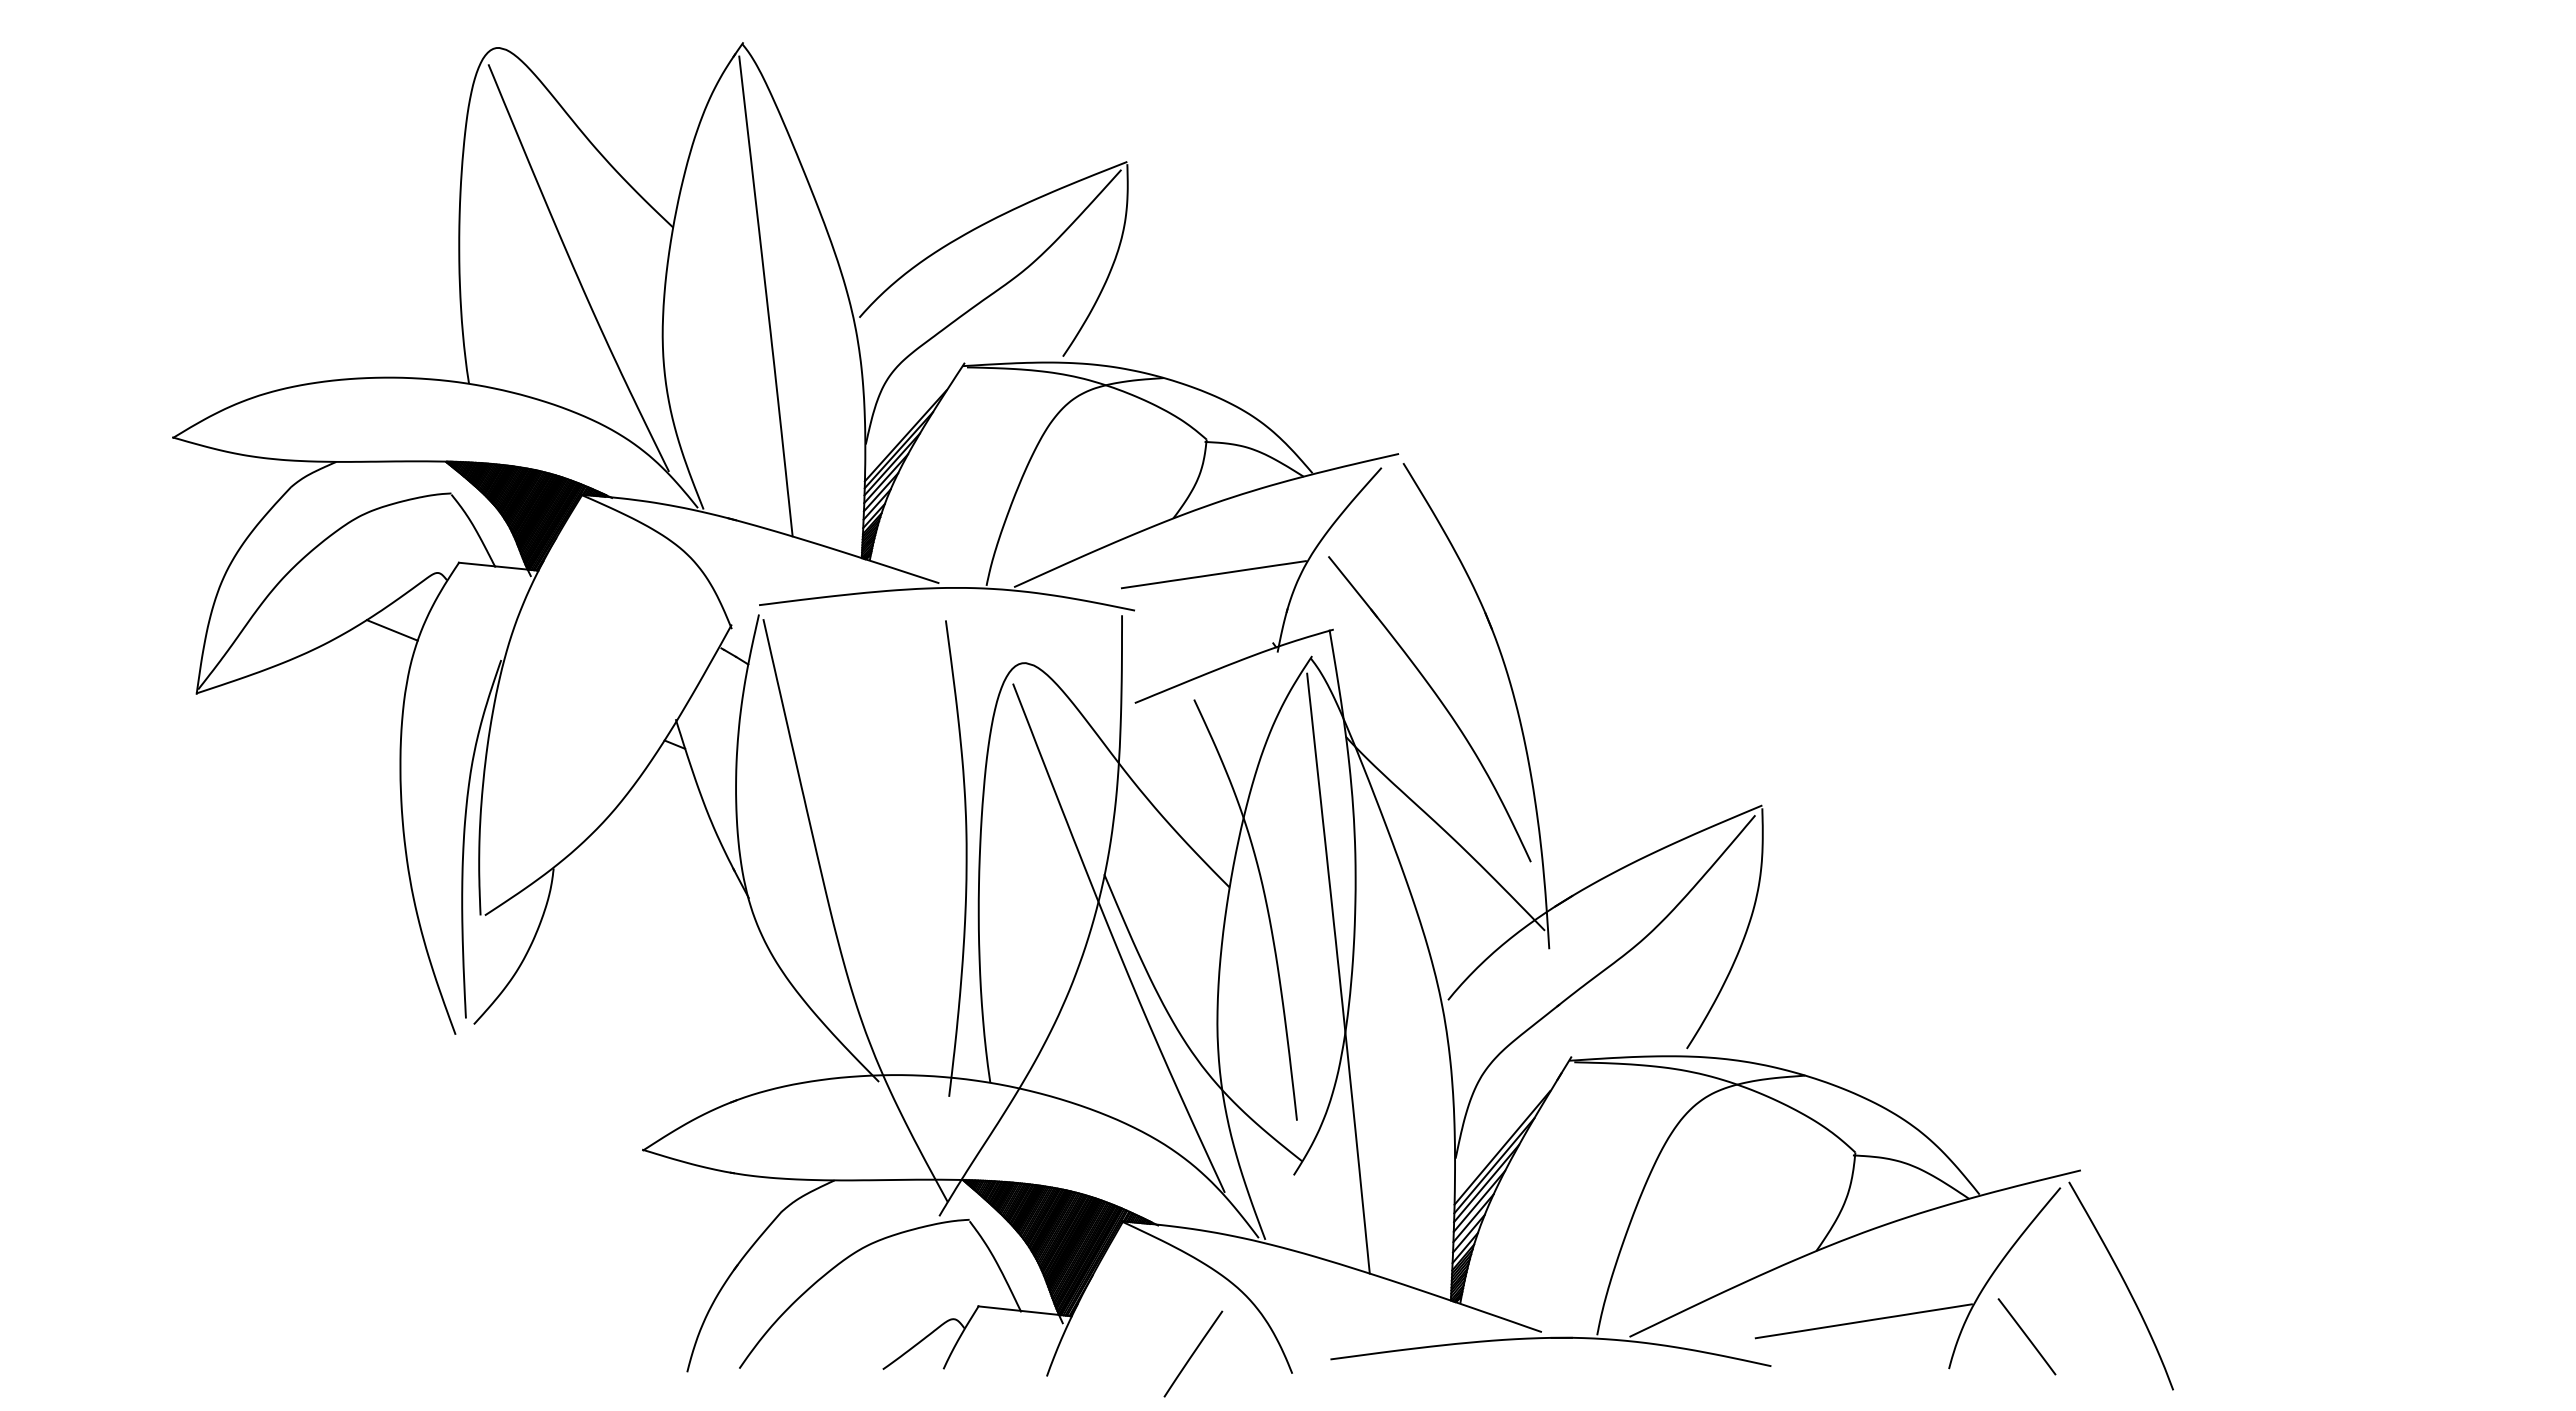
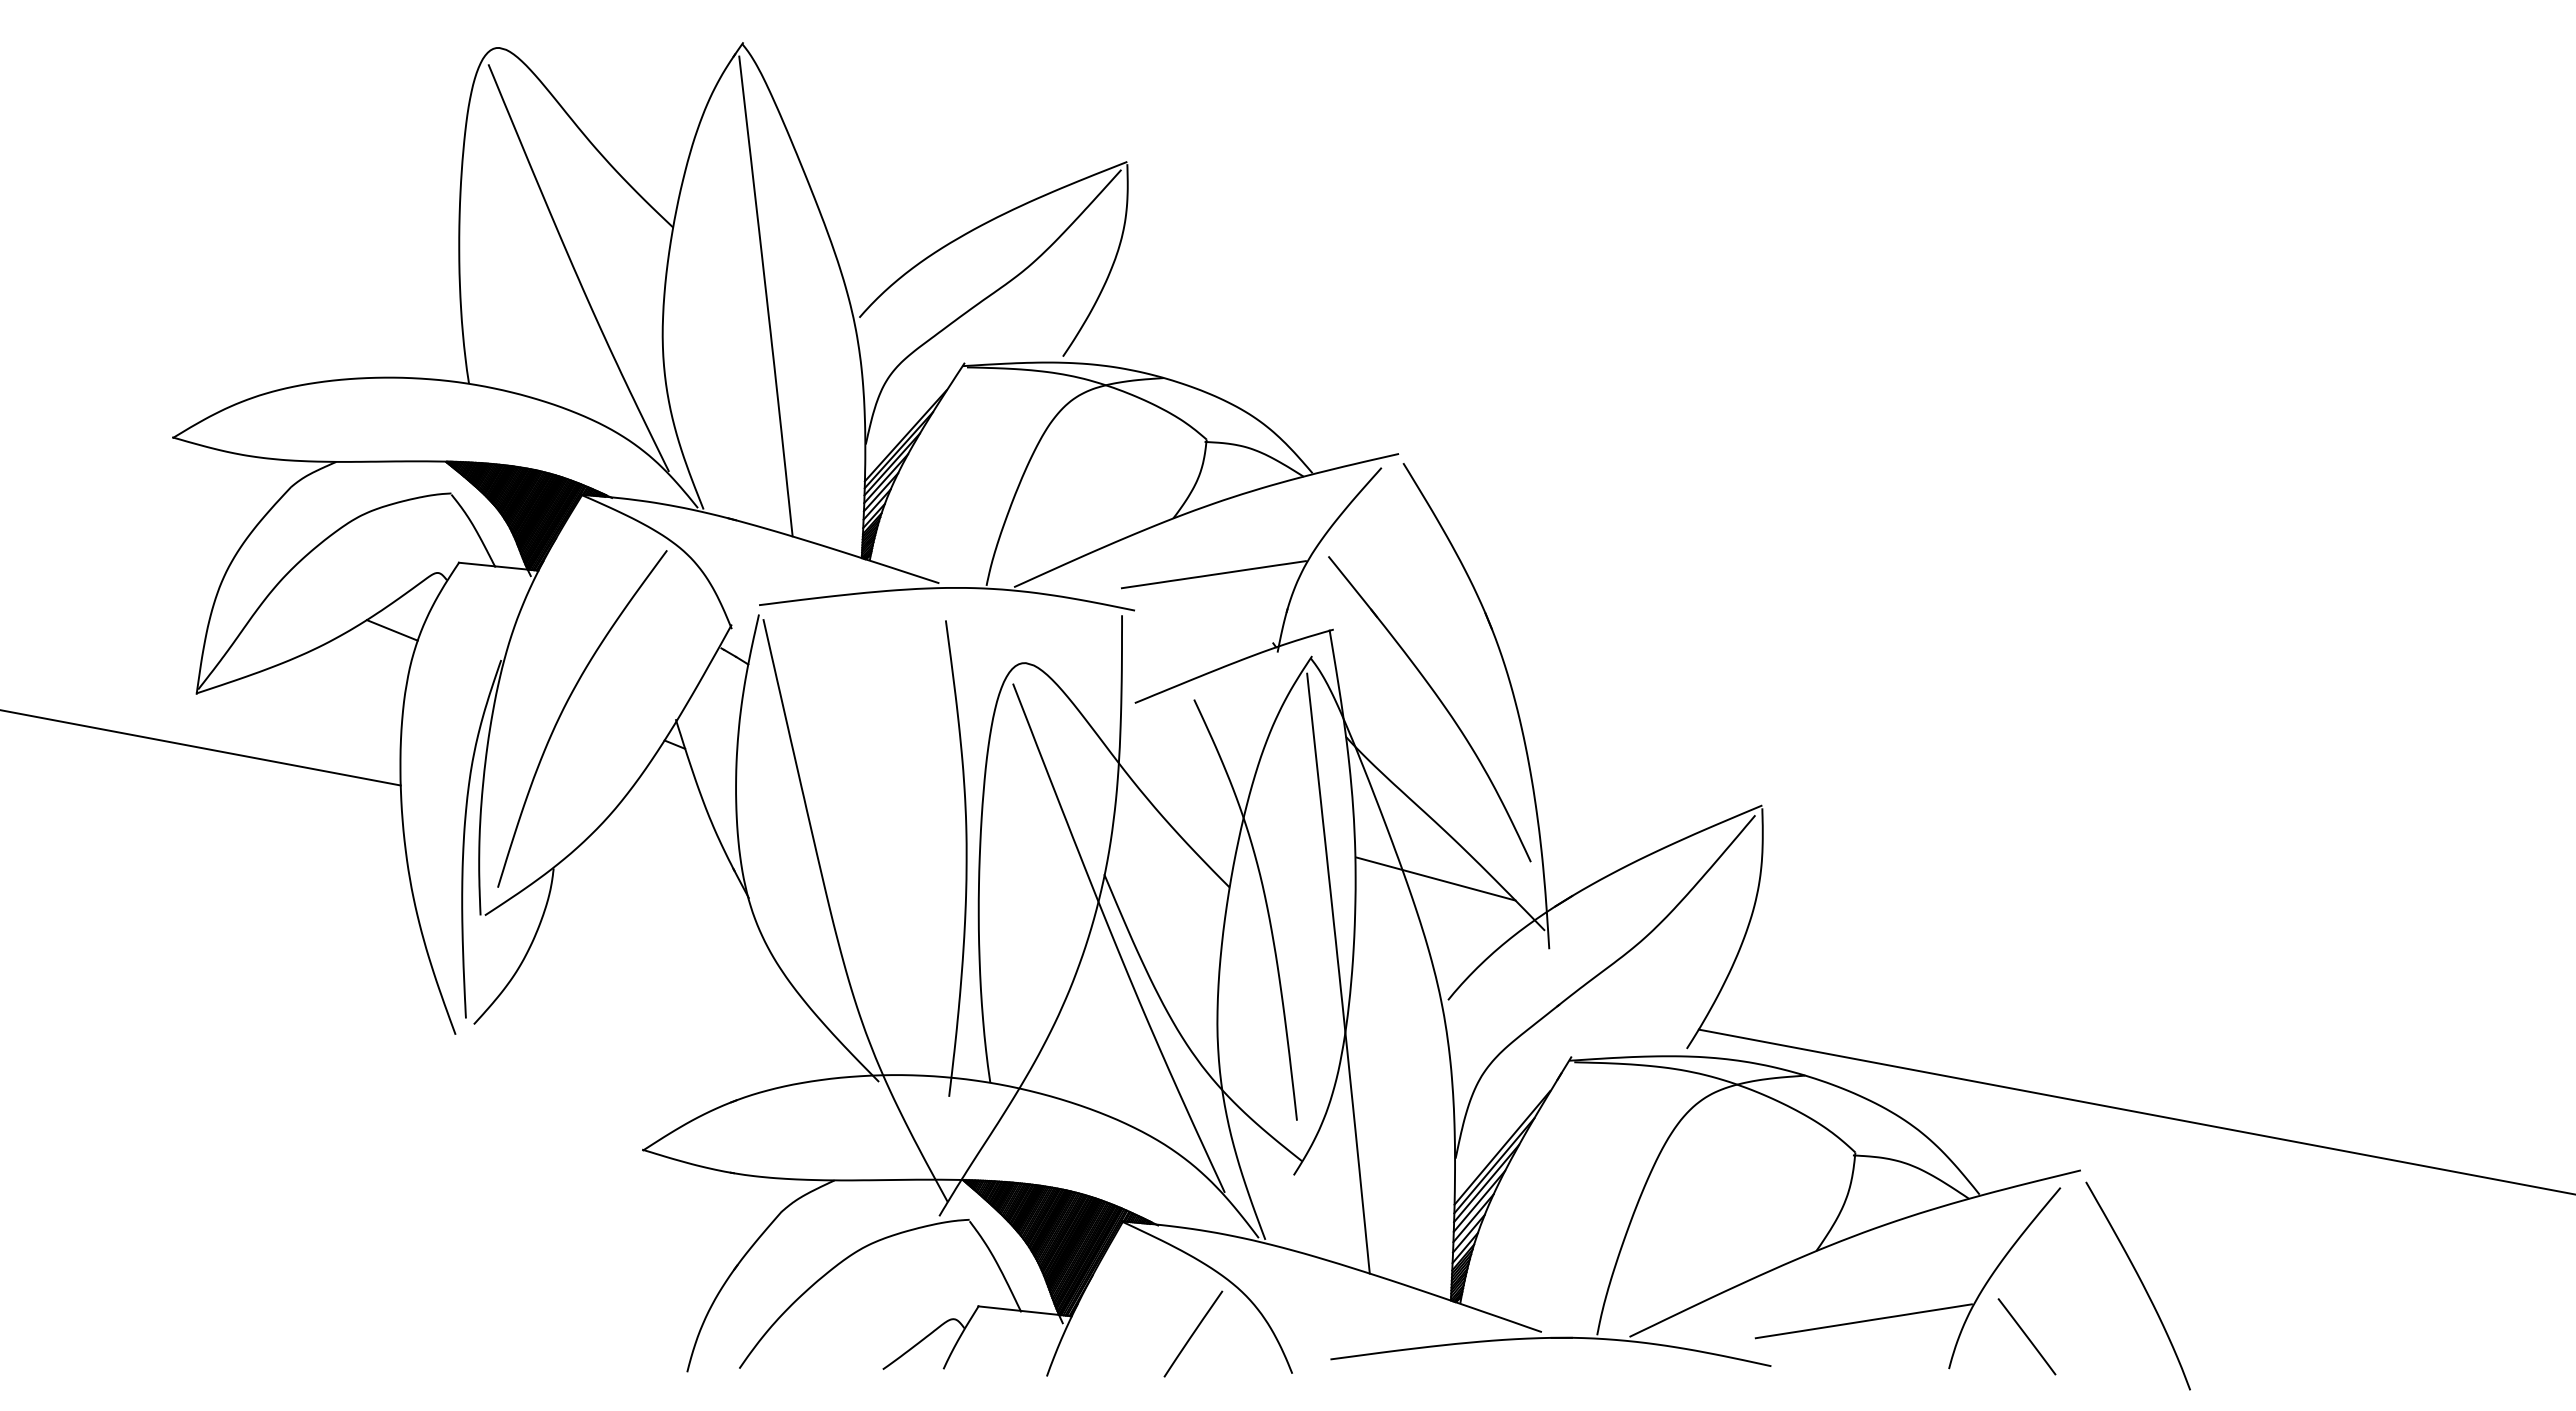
curve at (564, 709): none -> present
line at (201, 747): none -> present
line at (1435, 878): none -> present
line at (2135, 1111): none -> present
curve at (2124, 1284) position: (2124, 1284) -> (2141, 1284)
line at (1193, 1353) position: (1193, 1353) -> (1193, 1333)
